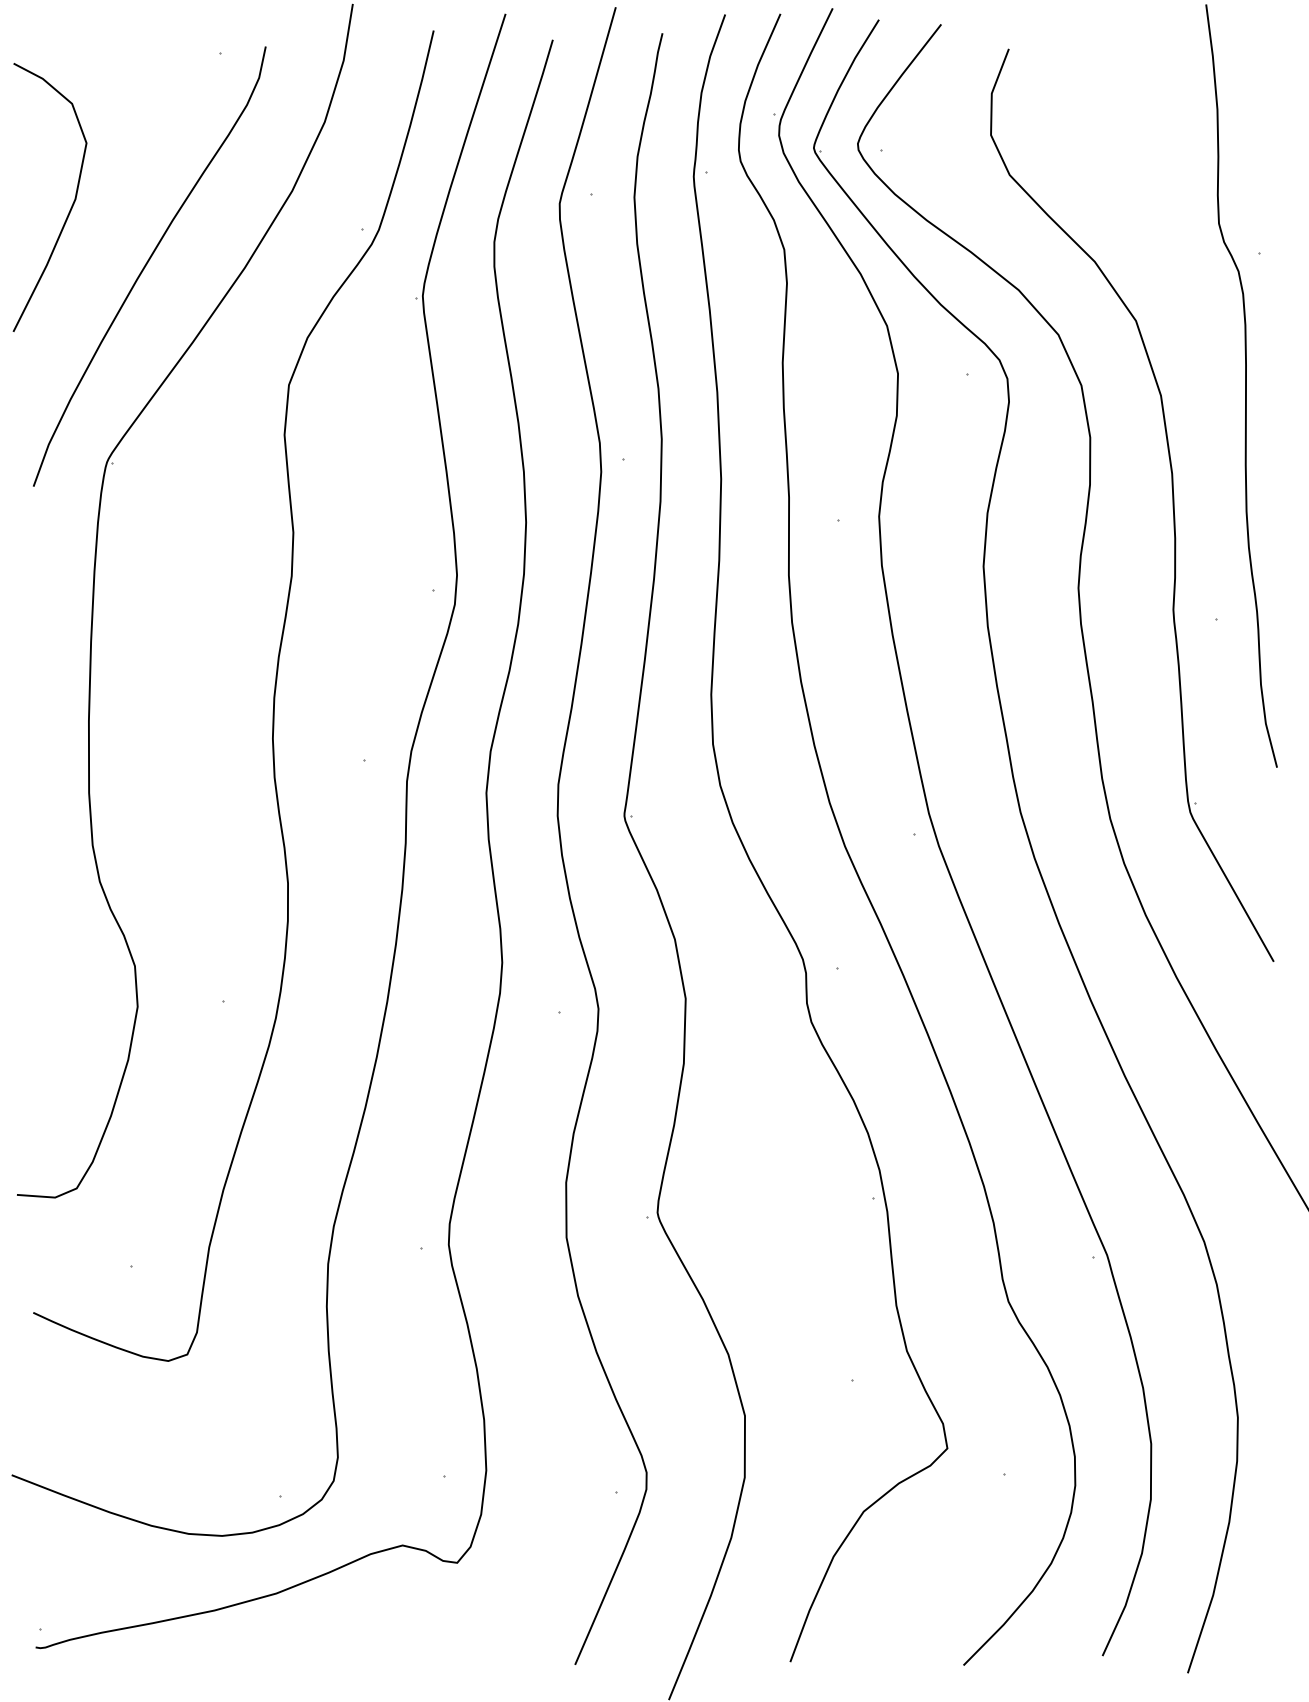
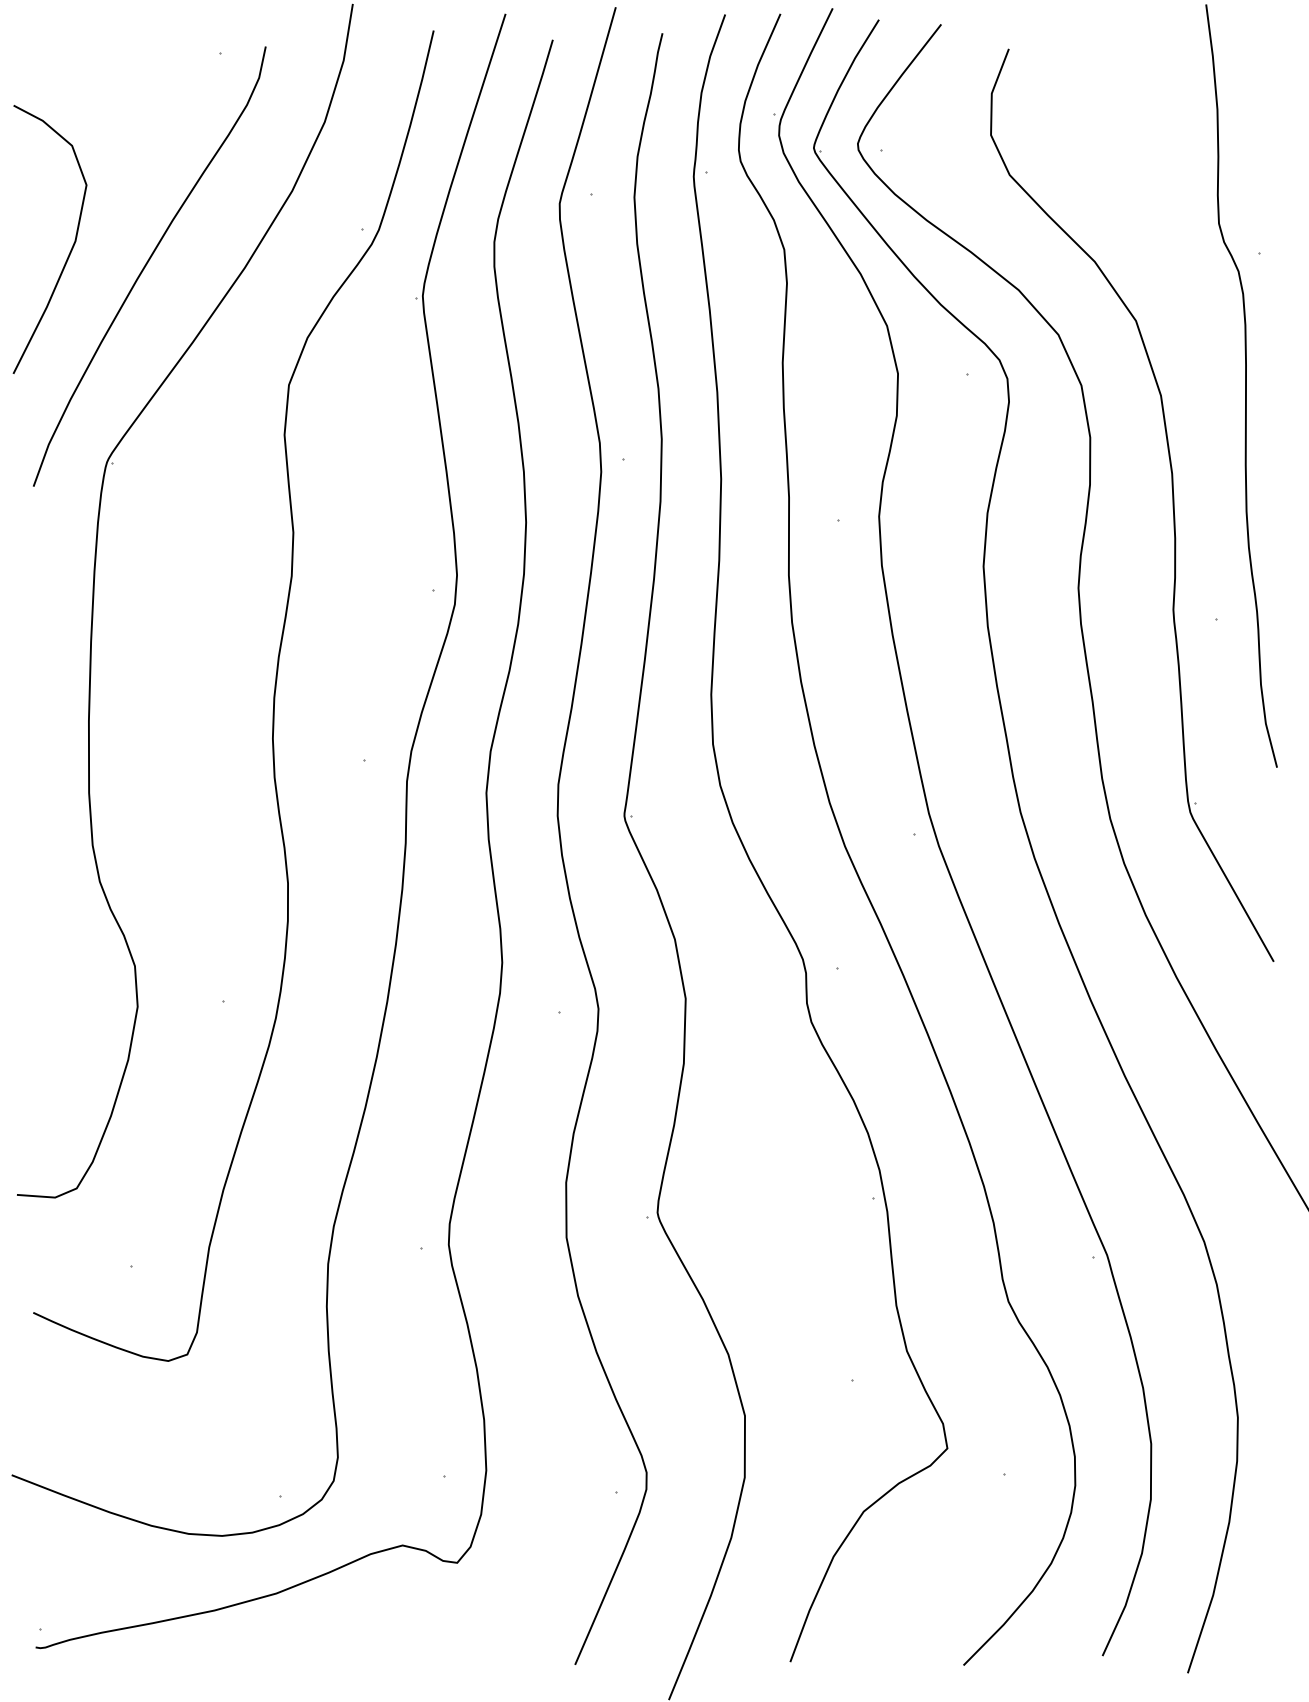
curve at (70, 207) position: (70, 207) -> (70, 249)
